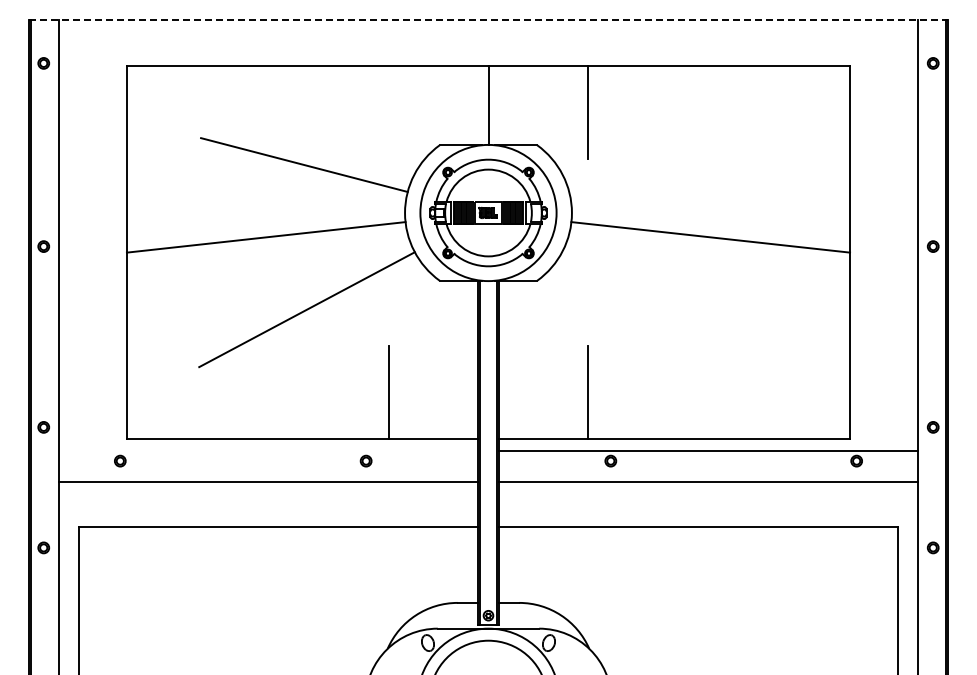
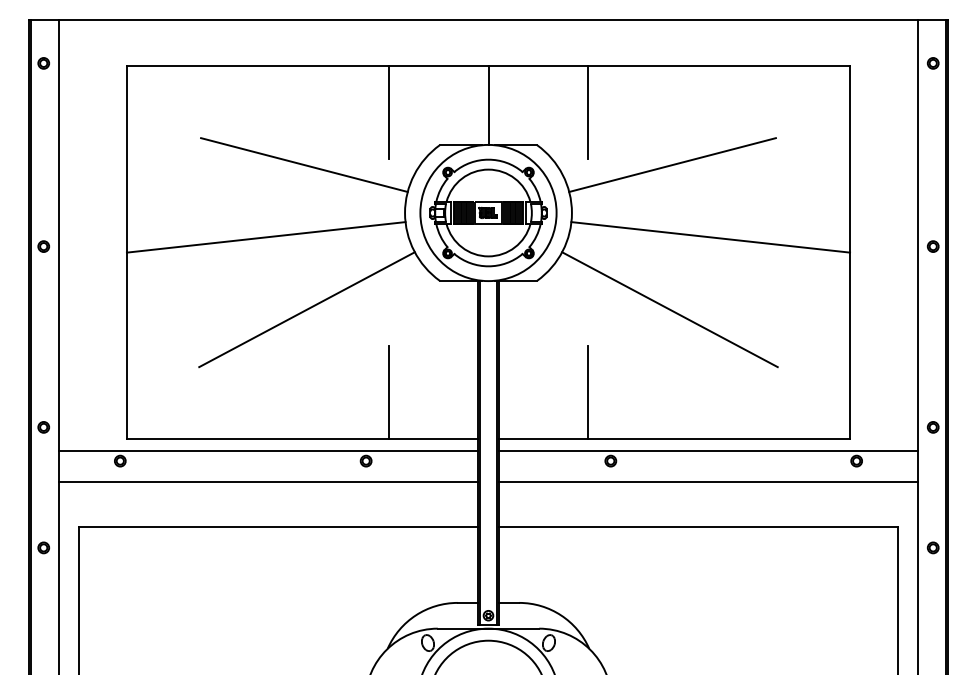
line at (488, 20): dashed -> solid
line at (389, 111): none -> present
line at (672, 164): none -> present
line at (669, 309): none -> present
line at (268, 451): none -> present
